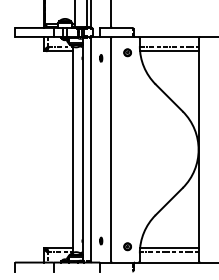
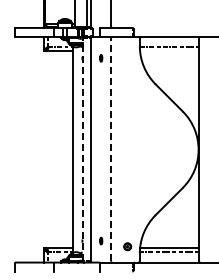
line at (169, 51): present -> none
part at (127, 52): present -> none
line at (82, 149): solid -> dashed
line at (111, 149): solid -> dashed
